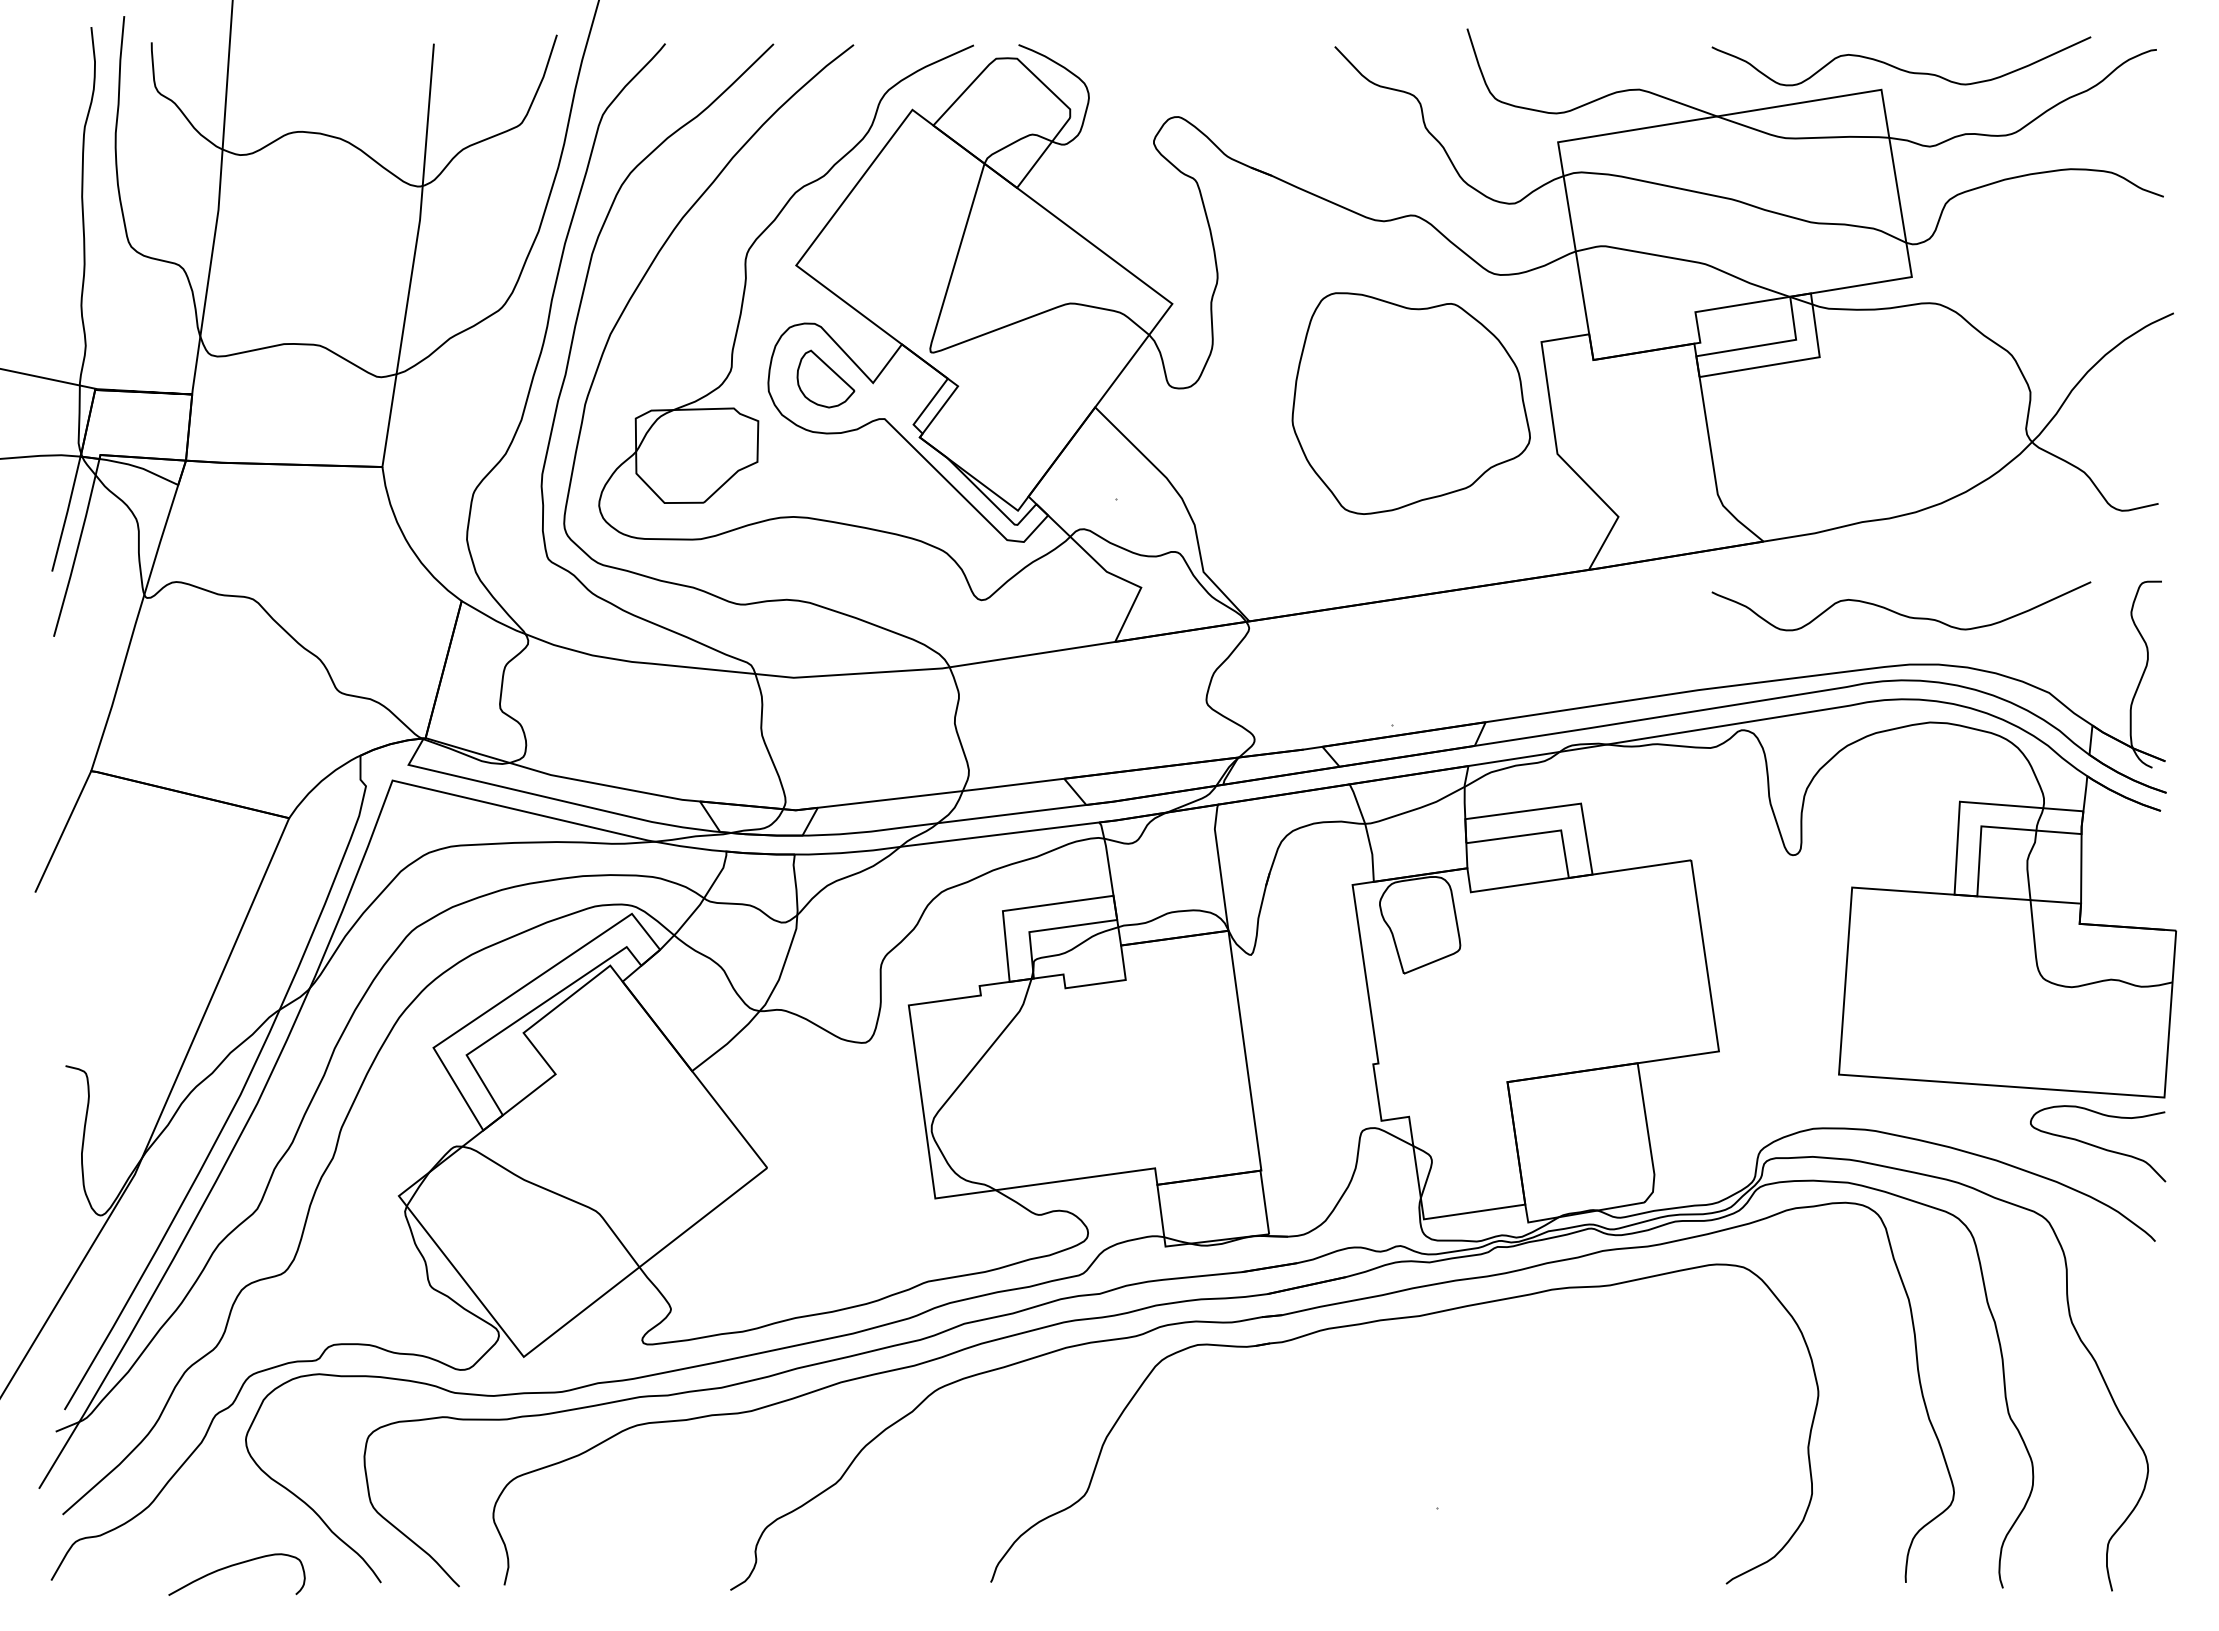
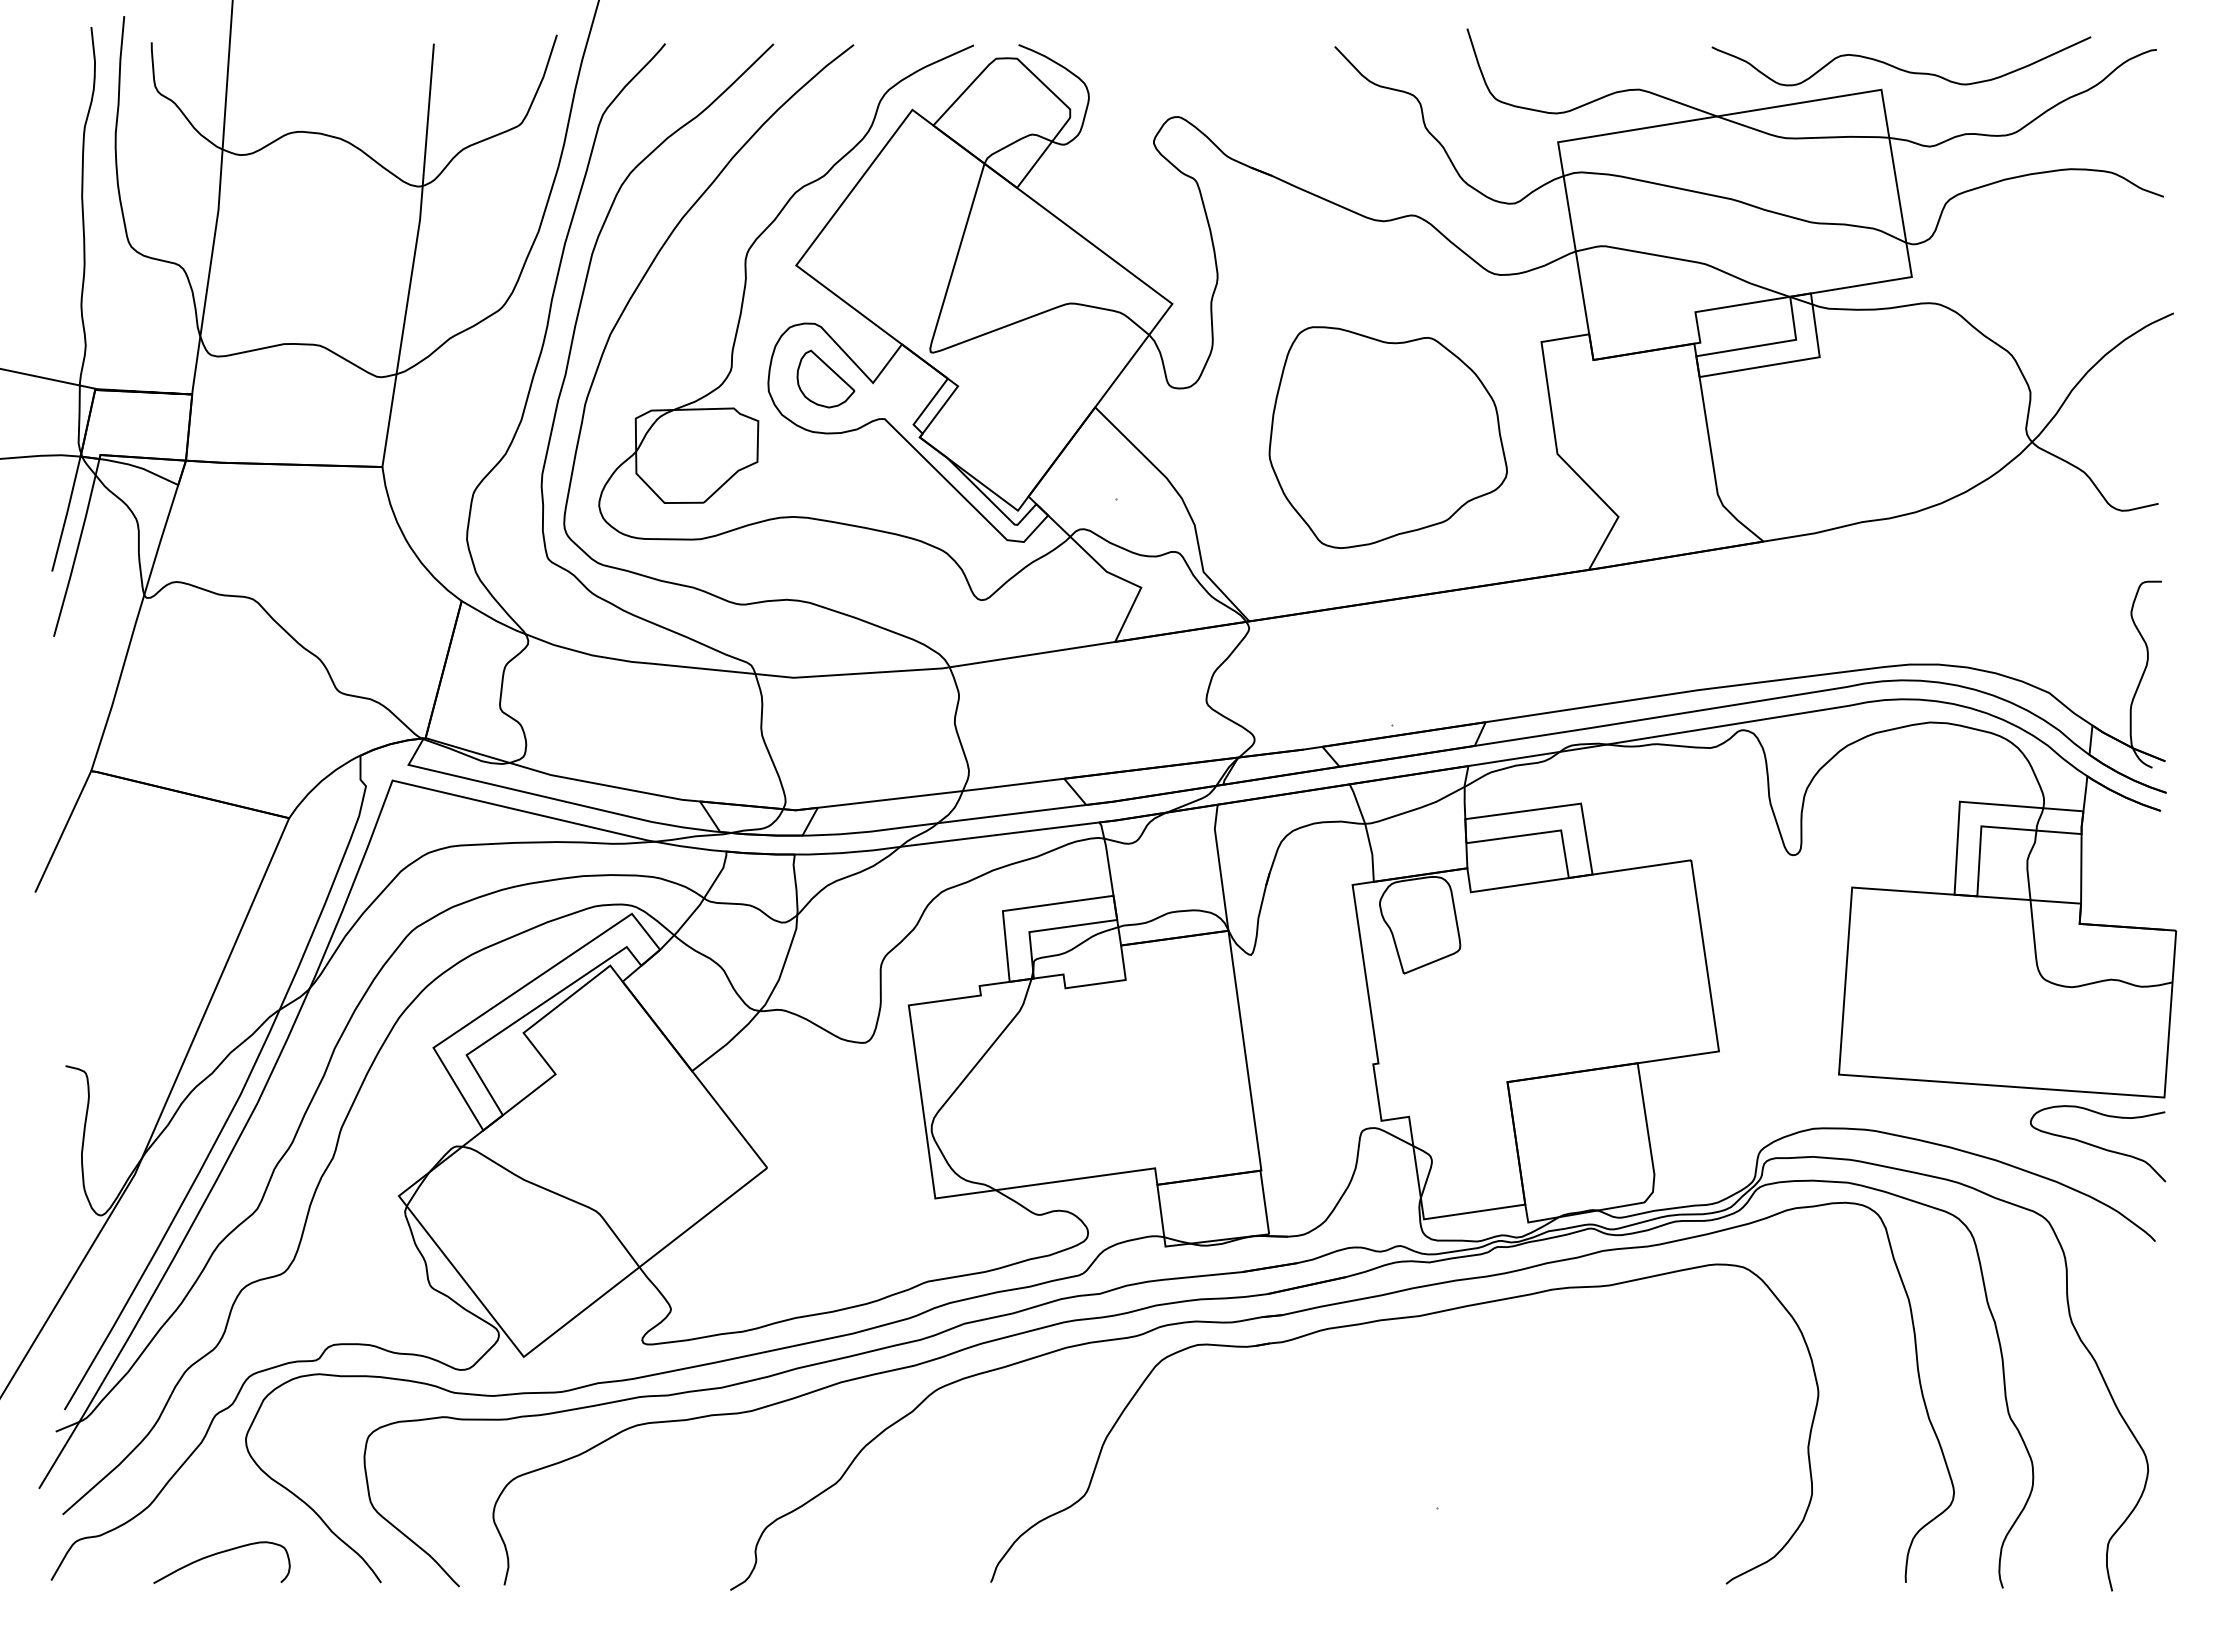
part at (1410, 403) position: (1410, 403) -> (1387, 437)
curve at (1898, 612): present -> none
curve at (233, 1566) position: (233, 1566) -> (218, 1554)
